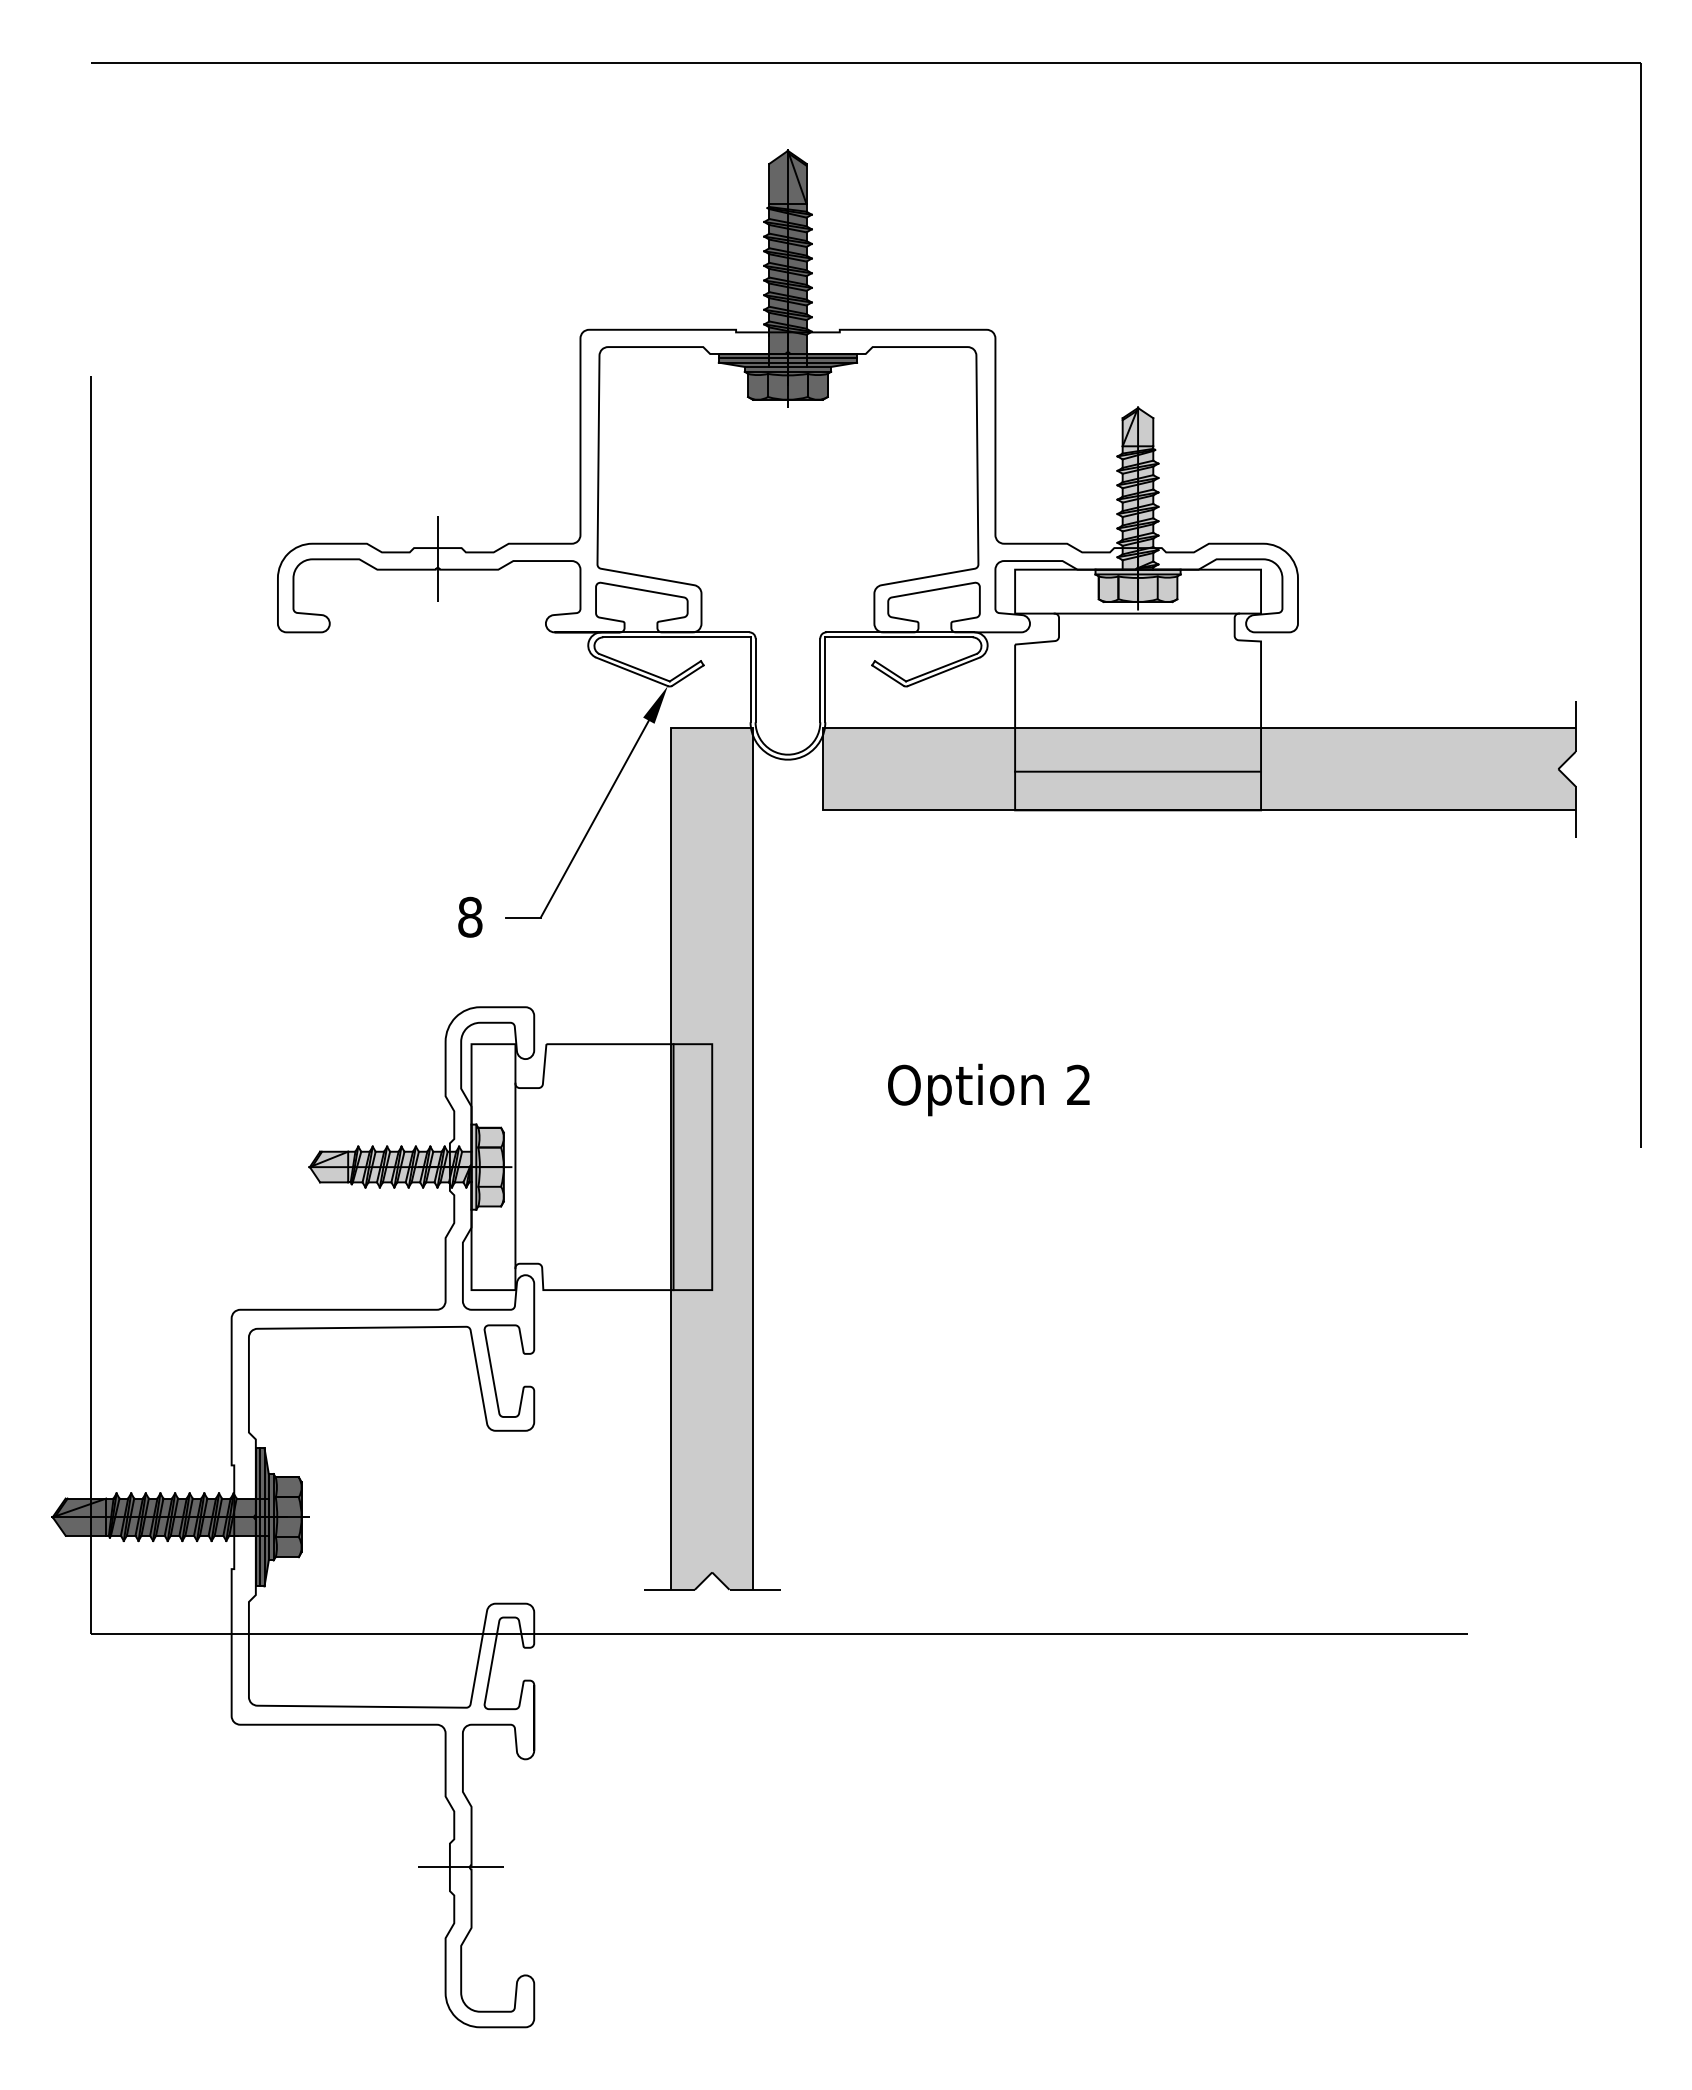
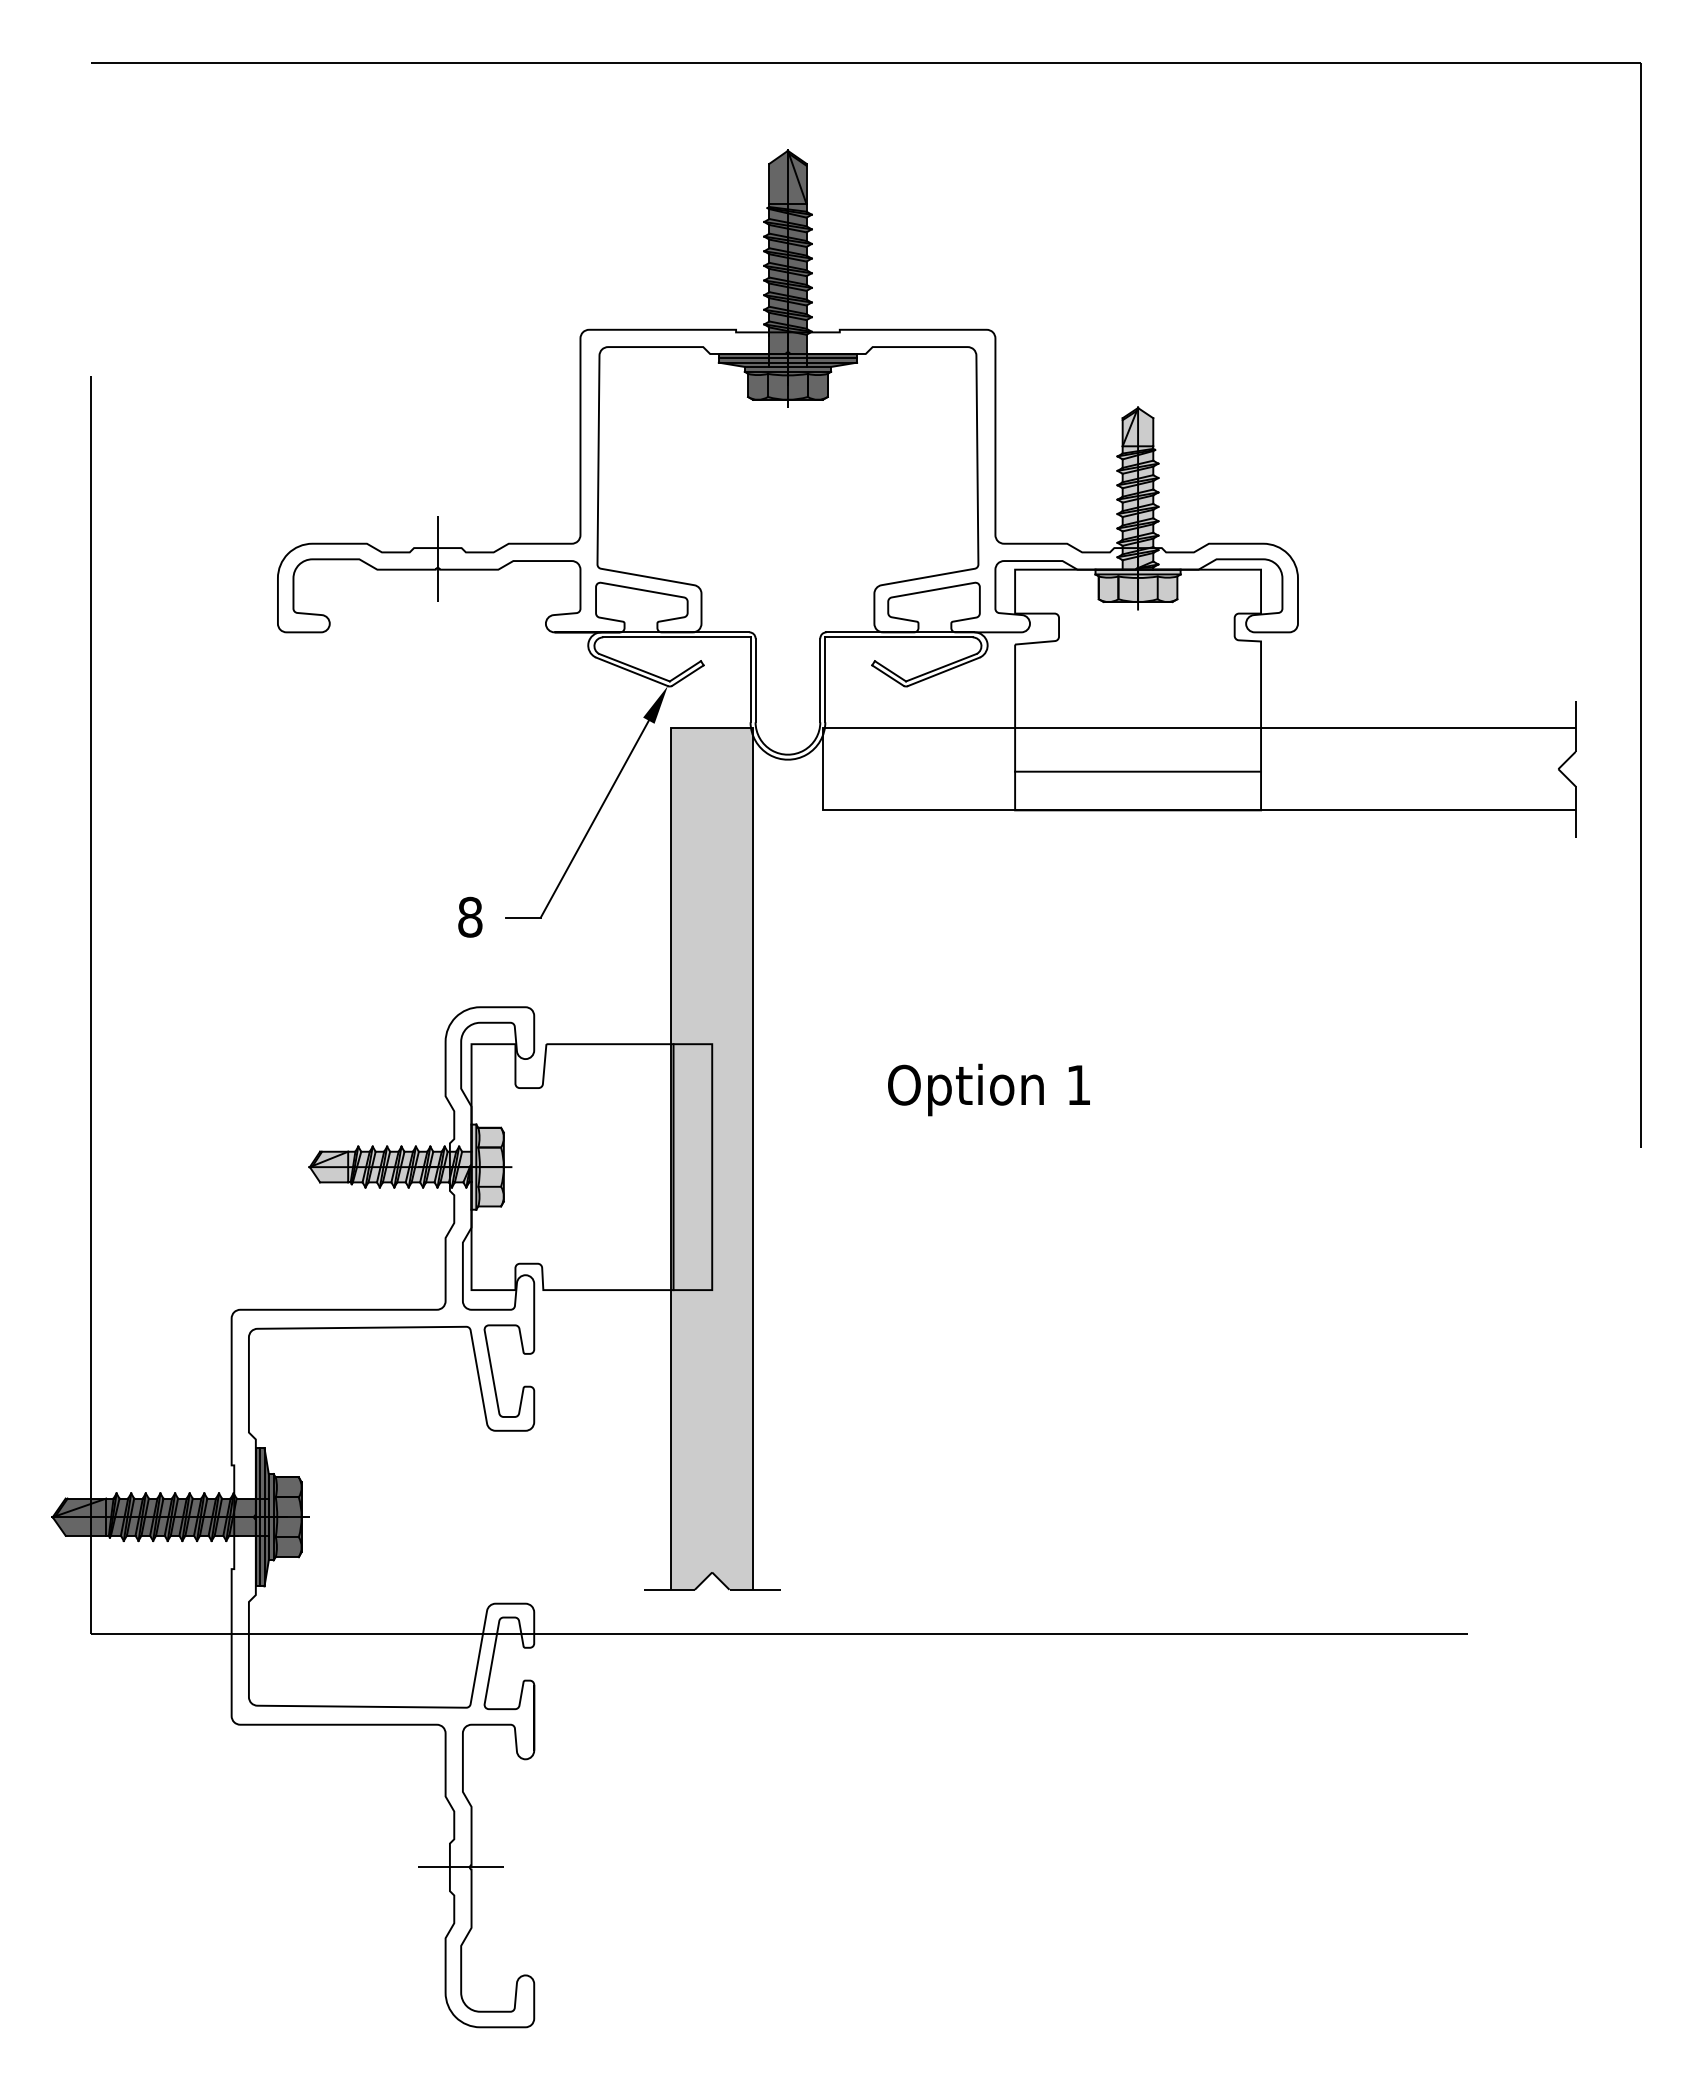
line at (1146, 613): present -> none
fill at (1198, 769): present -> none
text at (1078, 1084): 2 -> 1
line at (515, 1175): present -> none
